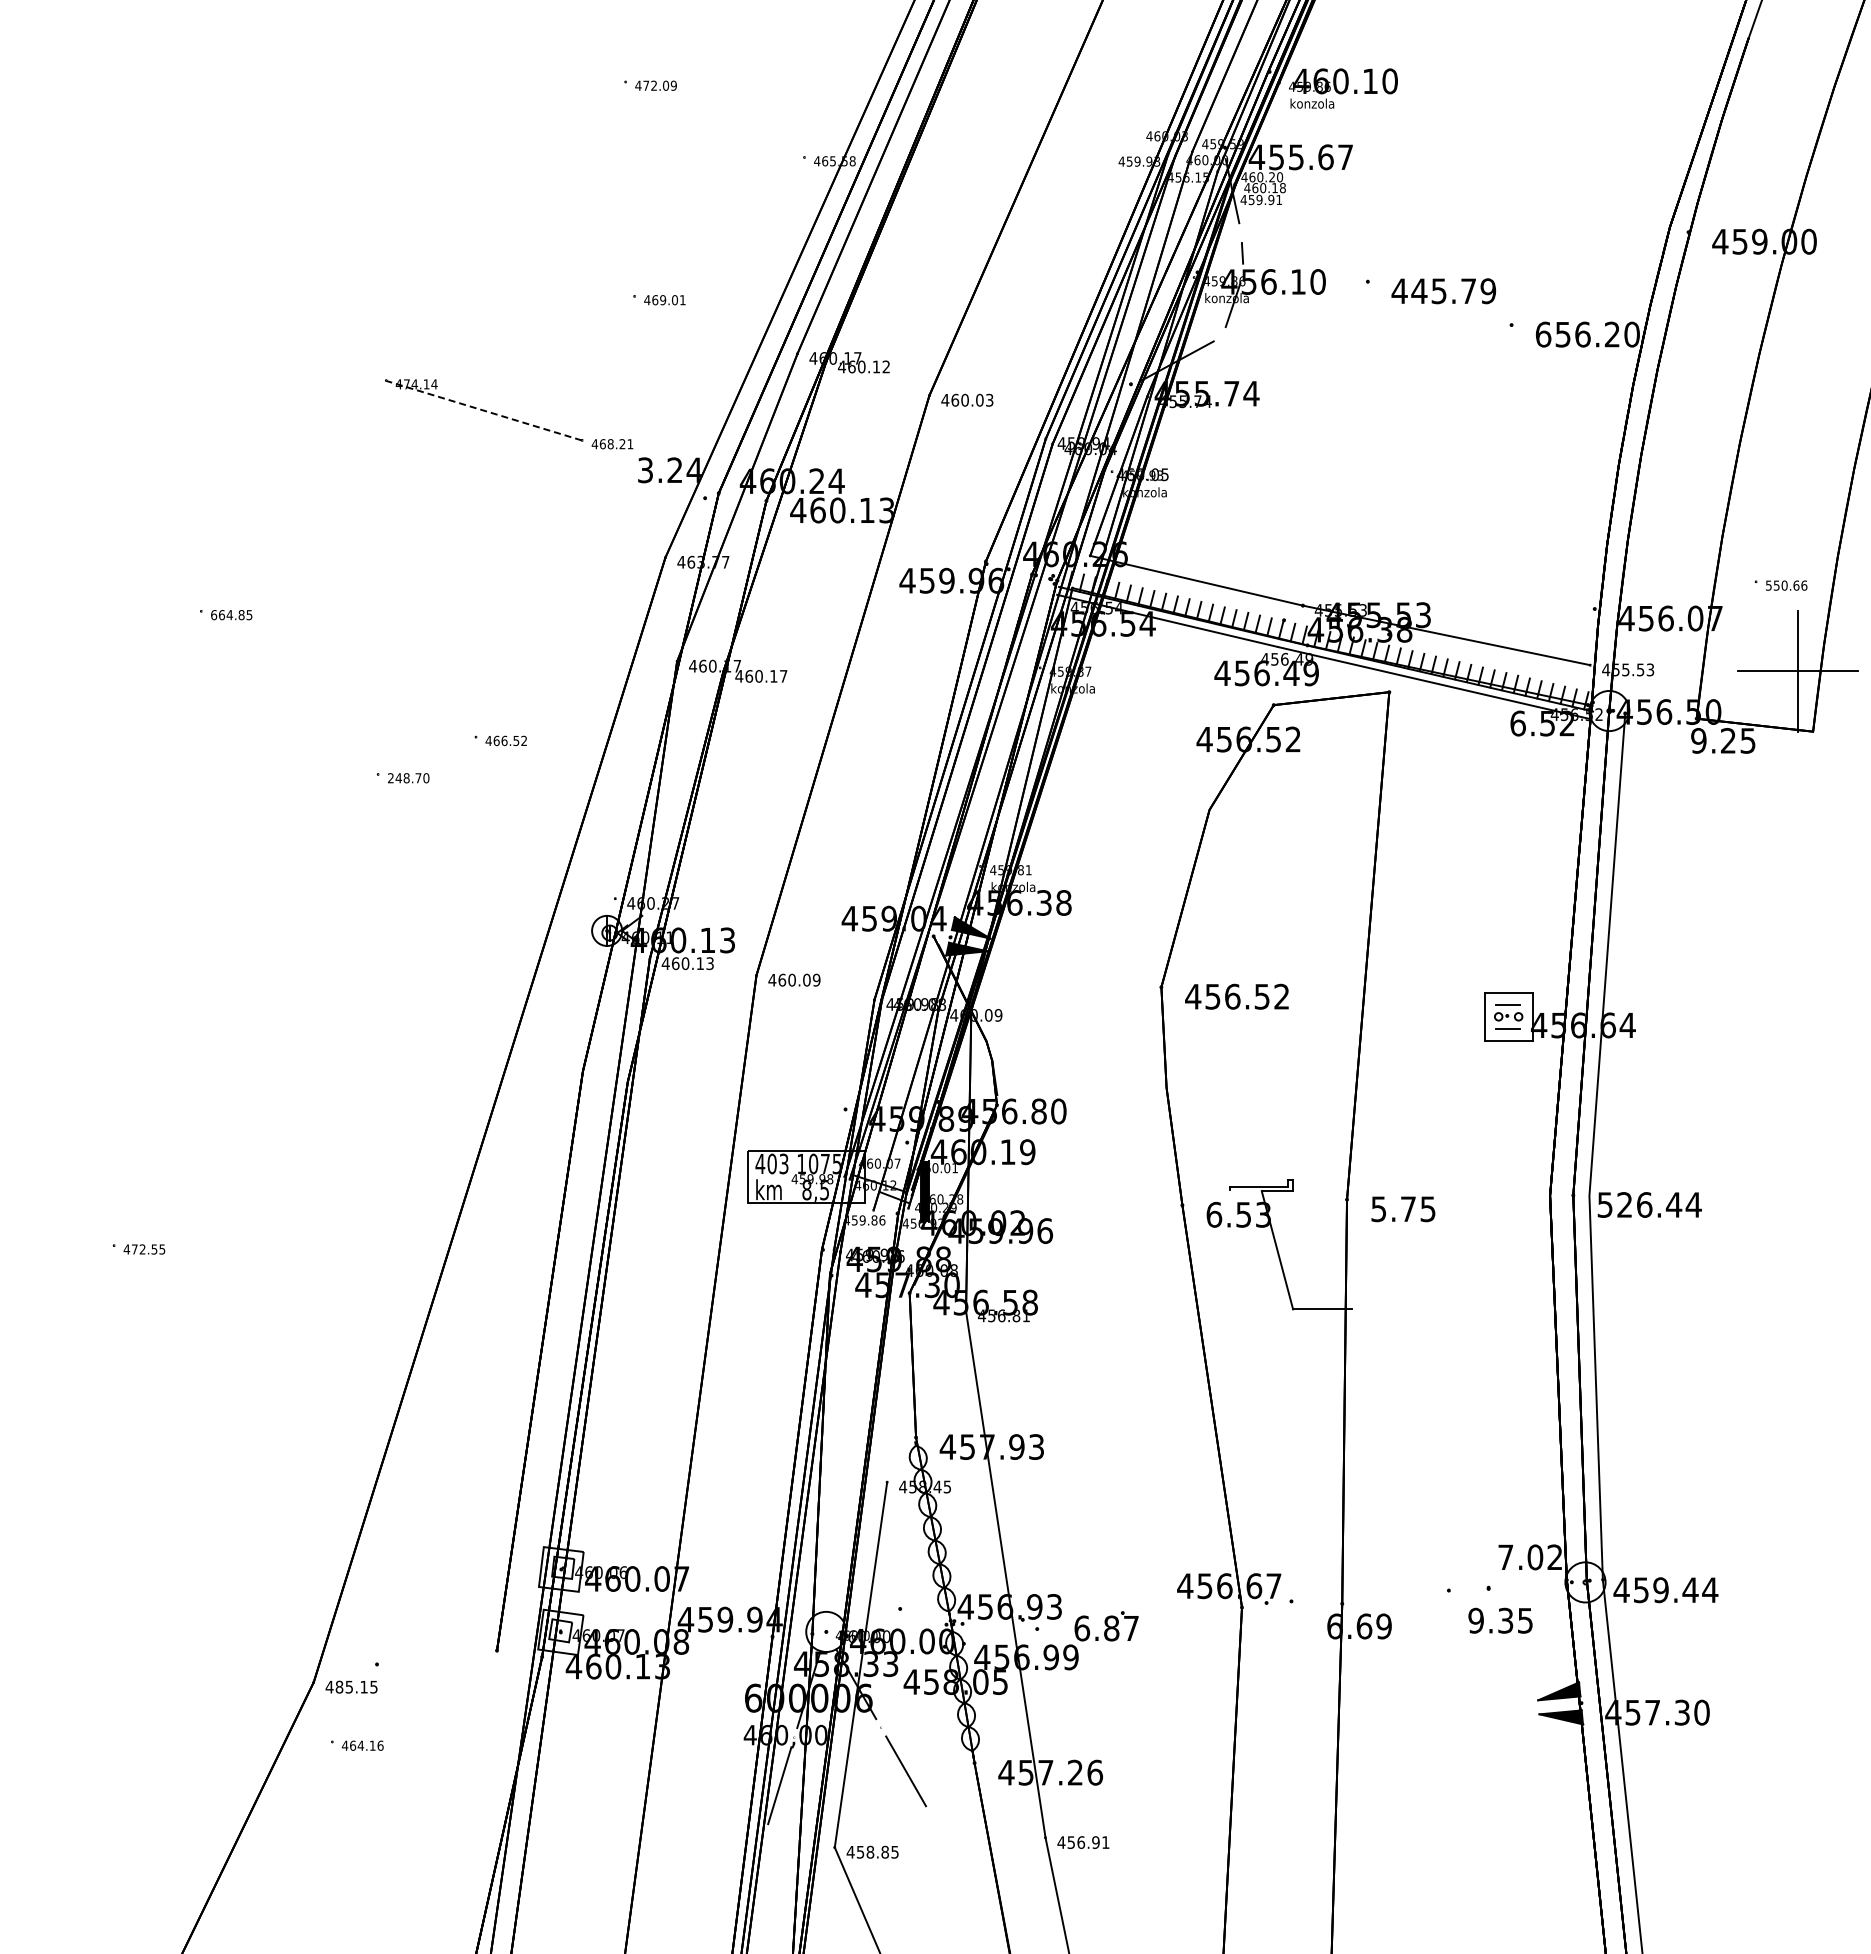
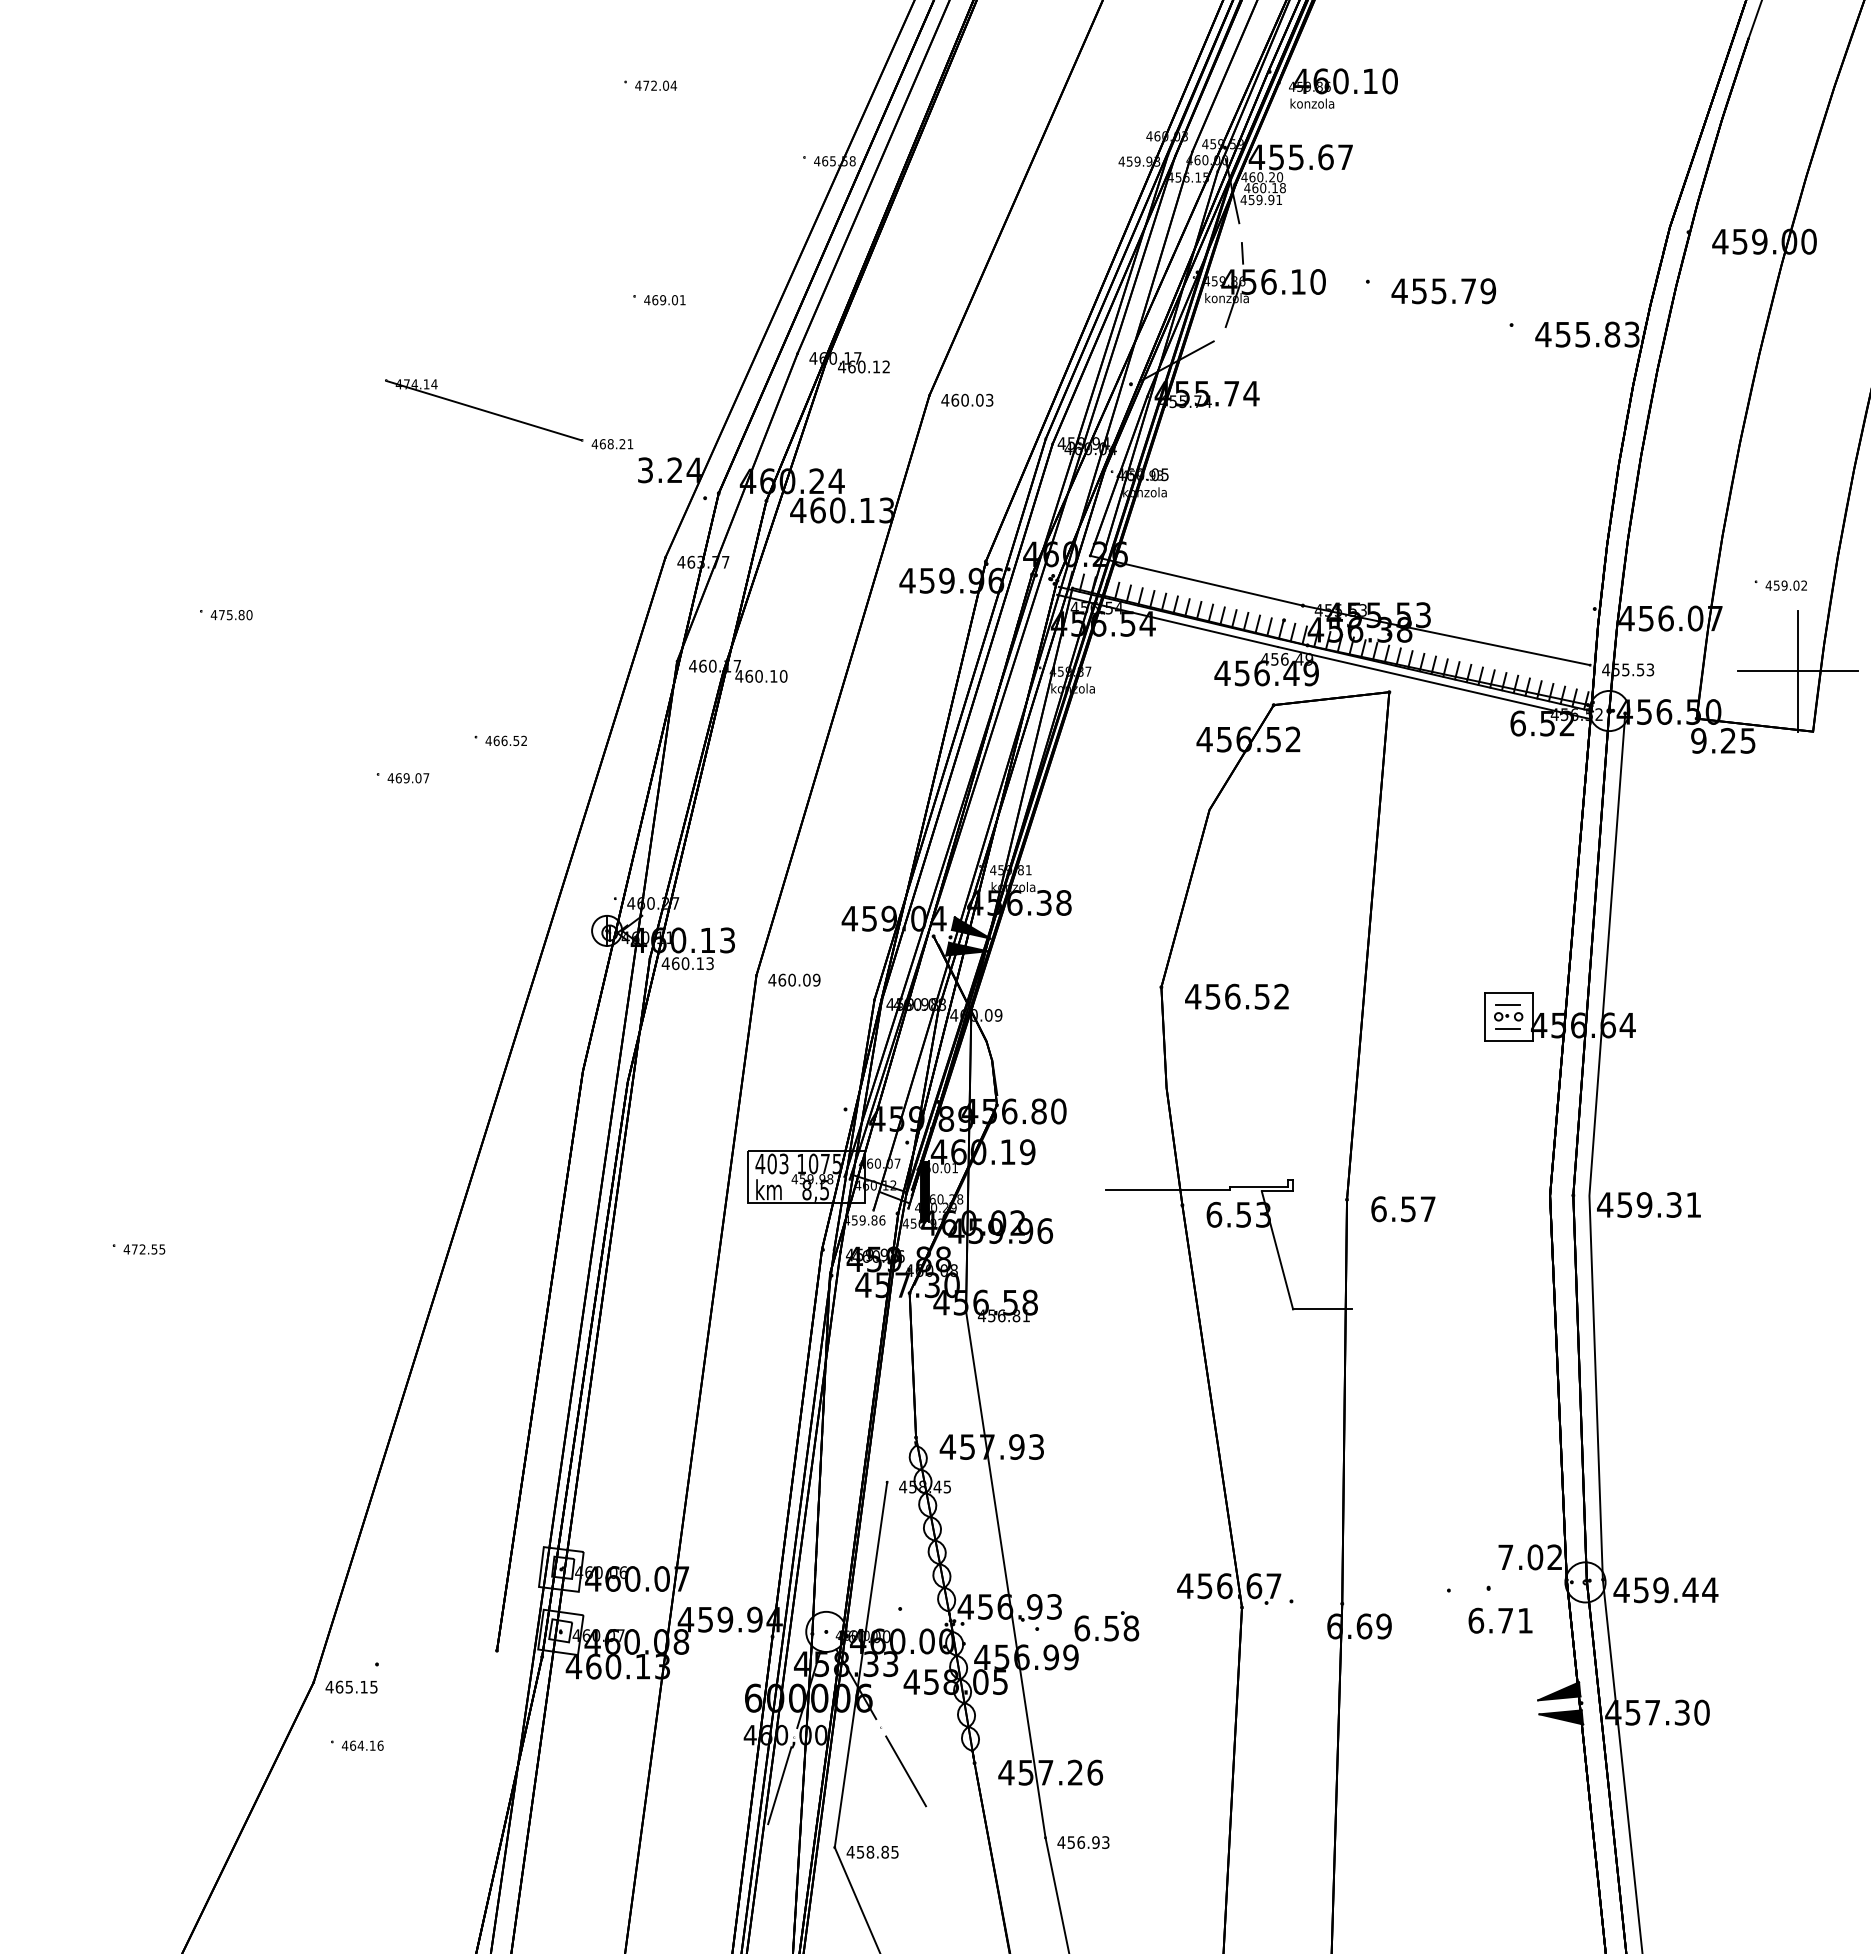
text at (673, 85): 472.09 -> 472.04
text at (1419, 291): 445.79 -> 455.79
text at (1587, 334): 656.20 -> 455.83
line at (483, 410): dashed -> solid
text at (1786, 585): 550.66 -> 459.02
text at (231, 615): 664.85 -> 475.80
text at (783, 676): 460.17 -> 460.10
text at (408, 778): 248.70 -> 469.07
line at (1167, 1190): none -> present
text at (1649, 1204): 526.44 -> 459.31
text at (1403, 1209): 5.75 -> 6.57
text at (1500, 1620): 9.35 -> 6.71
text at (1121, 1628): 6.87 -> 6.58
text at (339, 1686): 485.15 -> 465.15
text at (1105, 1842): 456.91 -> 456.93
